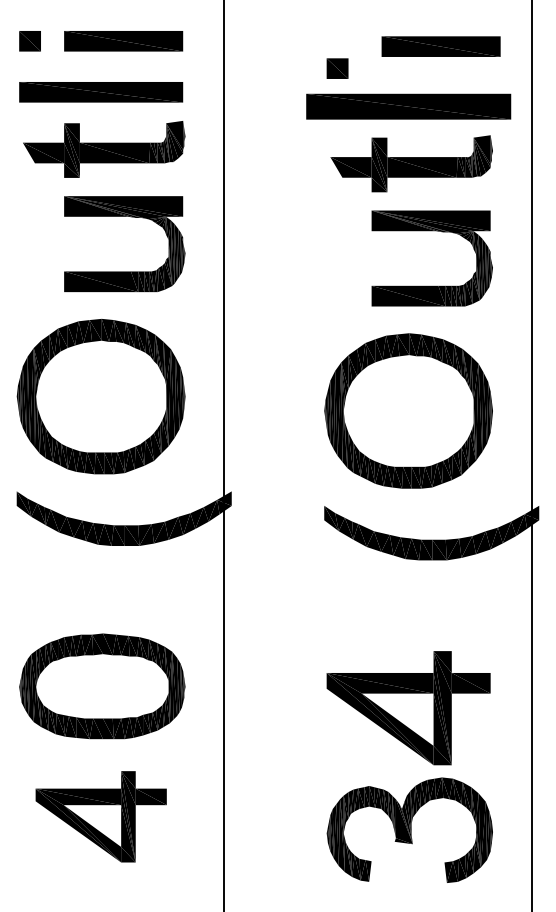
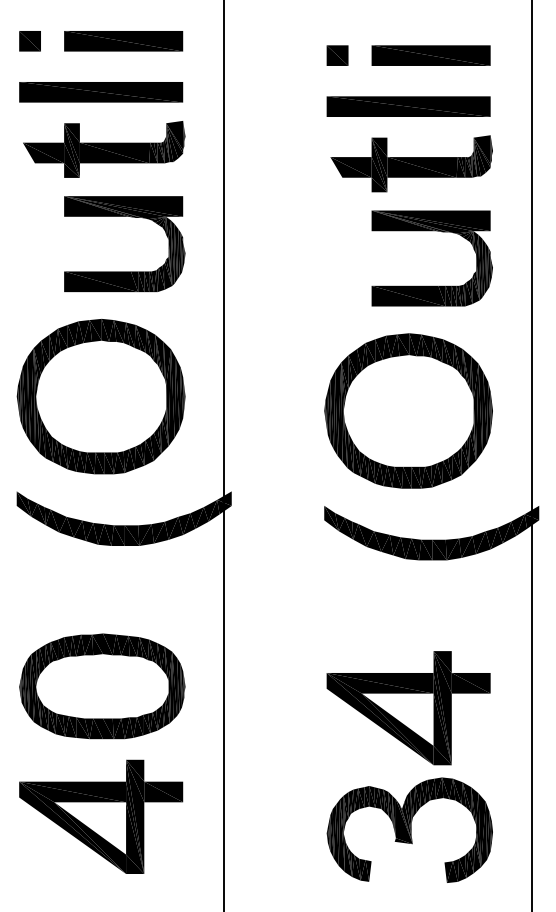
part at (440, 46) position: (440, 46) -> (430, 55)
part at (337, 68) position: (337, 68) -> (337, 55)
part at (408, 106) size: 206x27 px -> 165x21 px
part at (100, 816) size: 132x92 px -> 165x115 px
